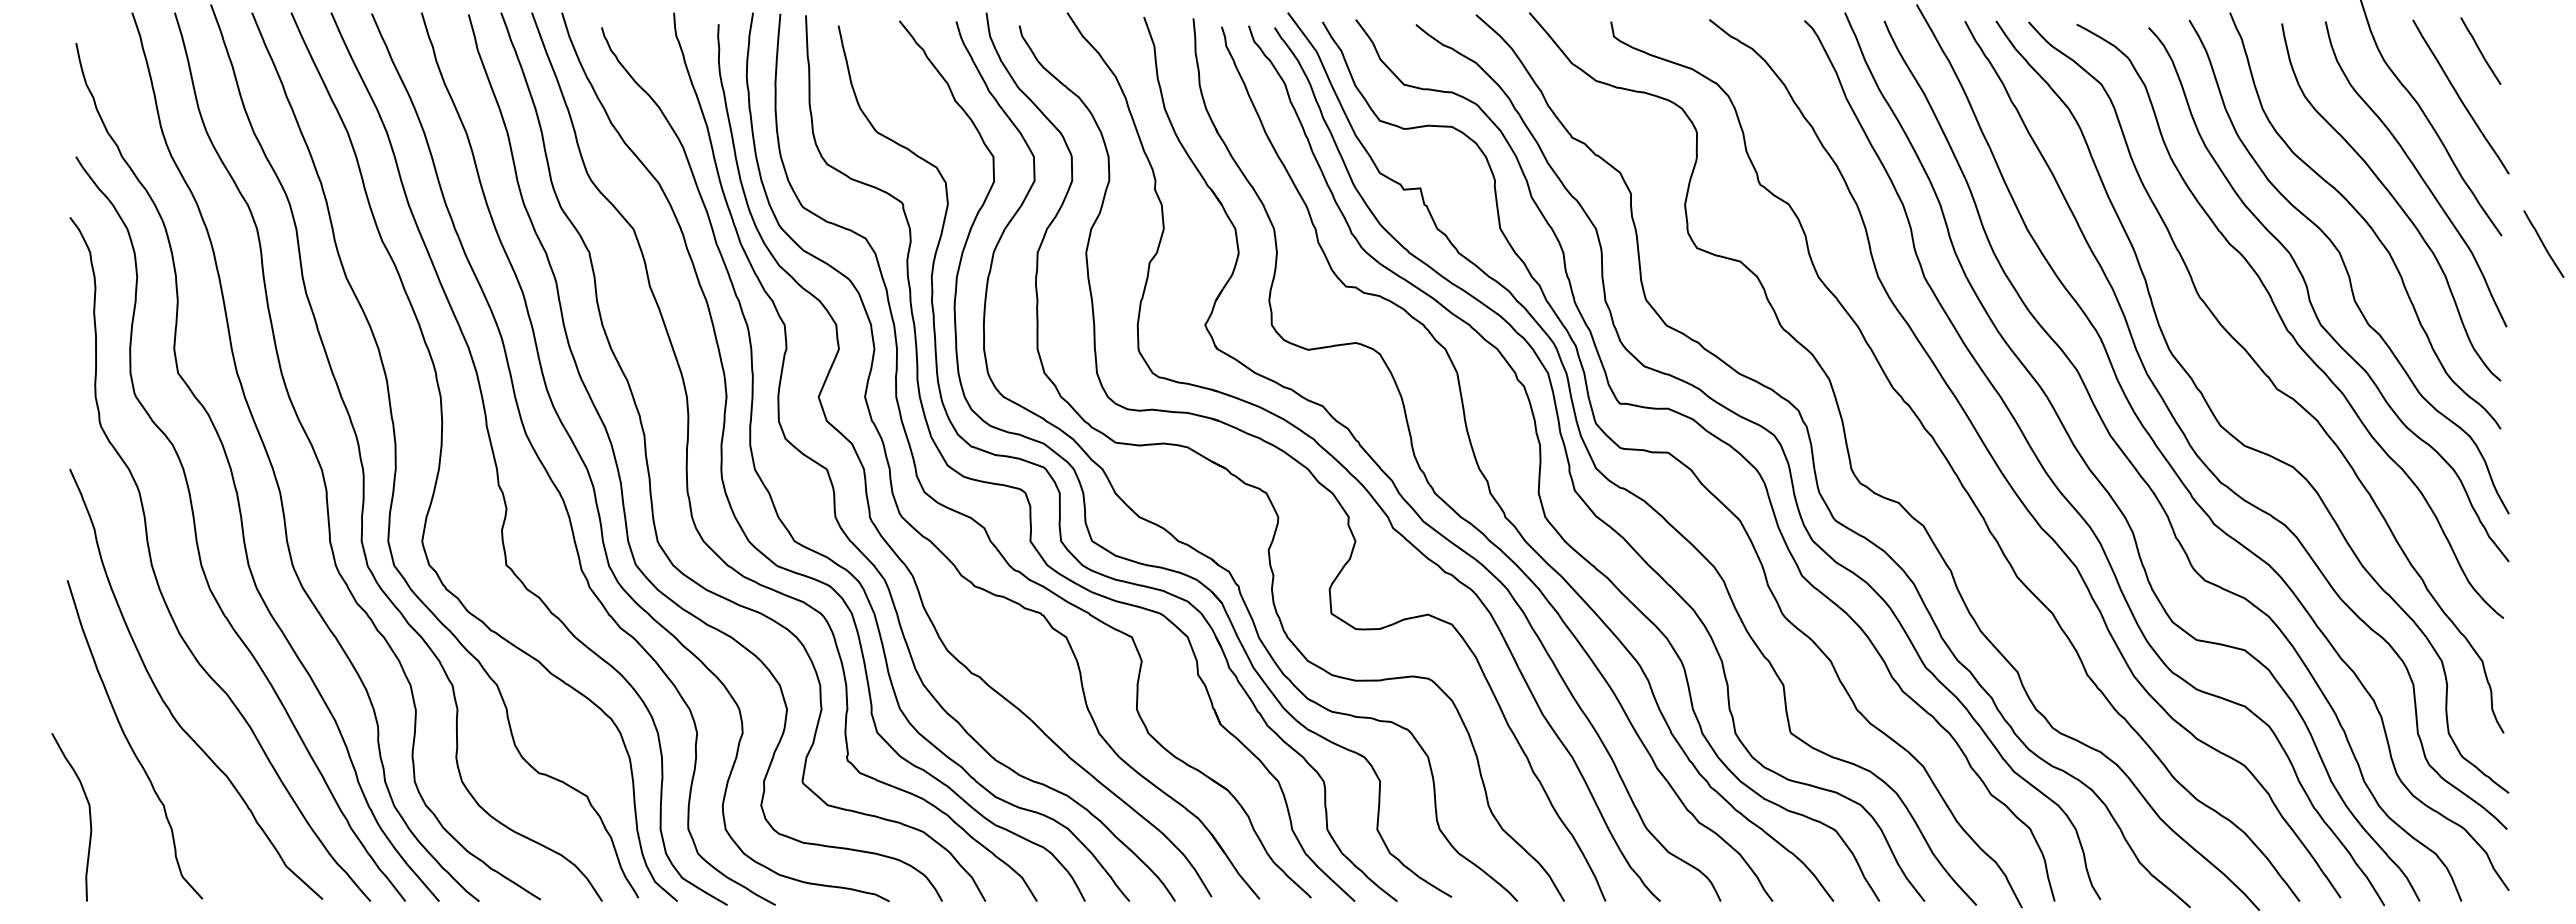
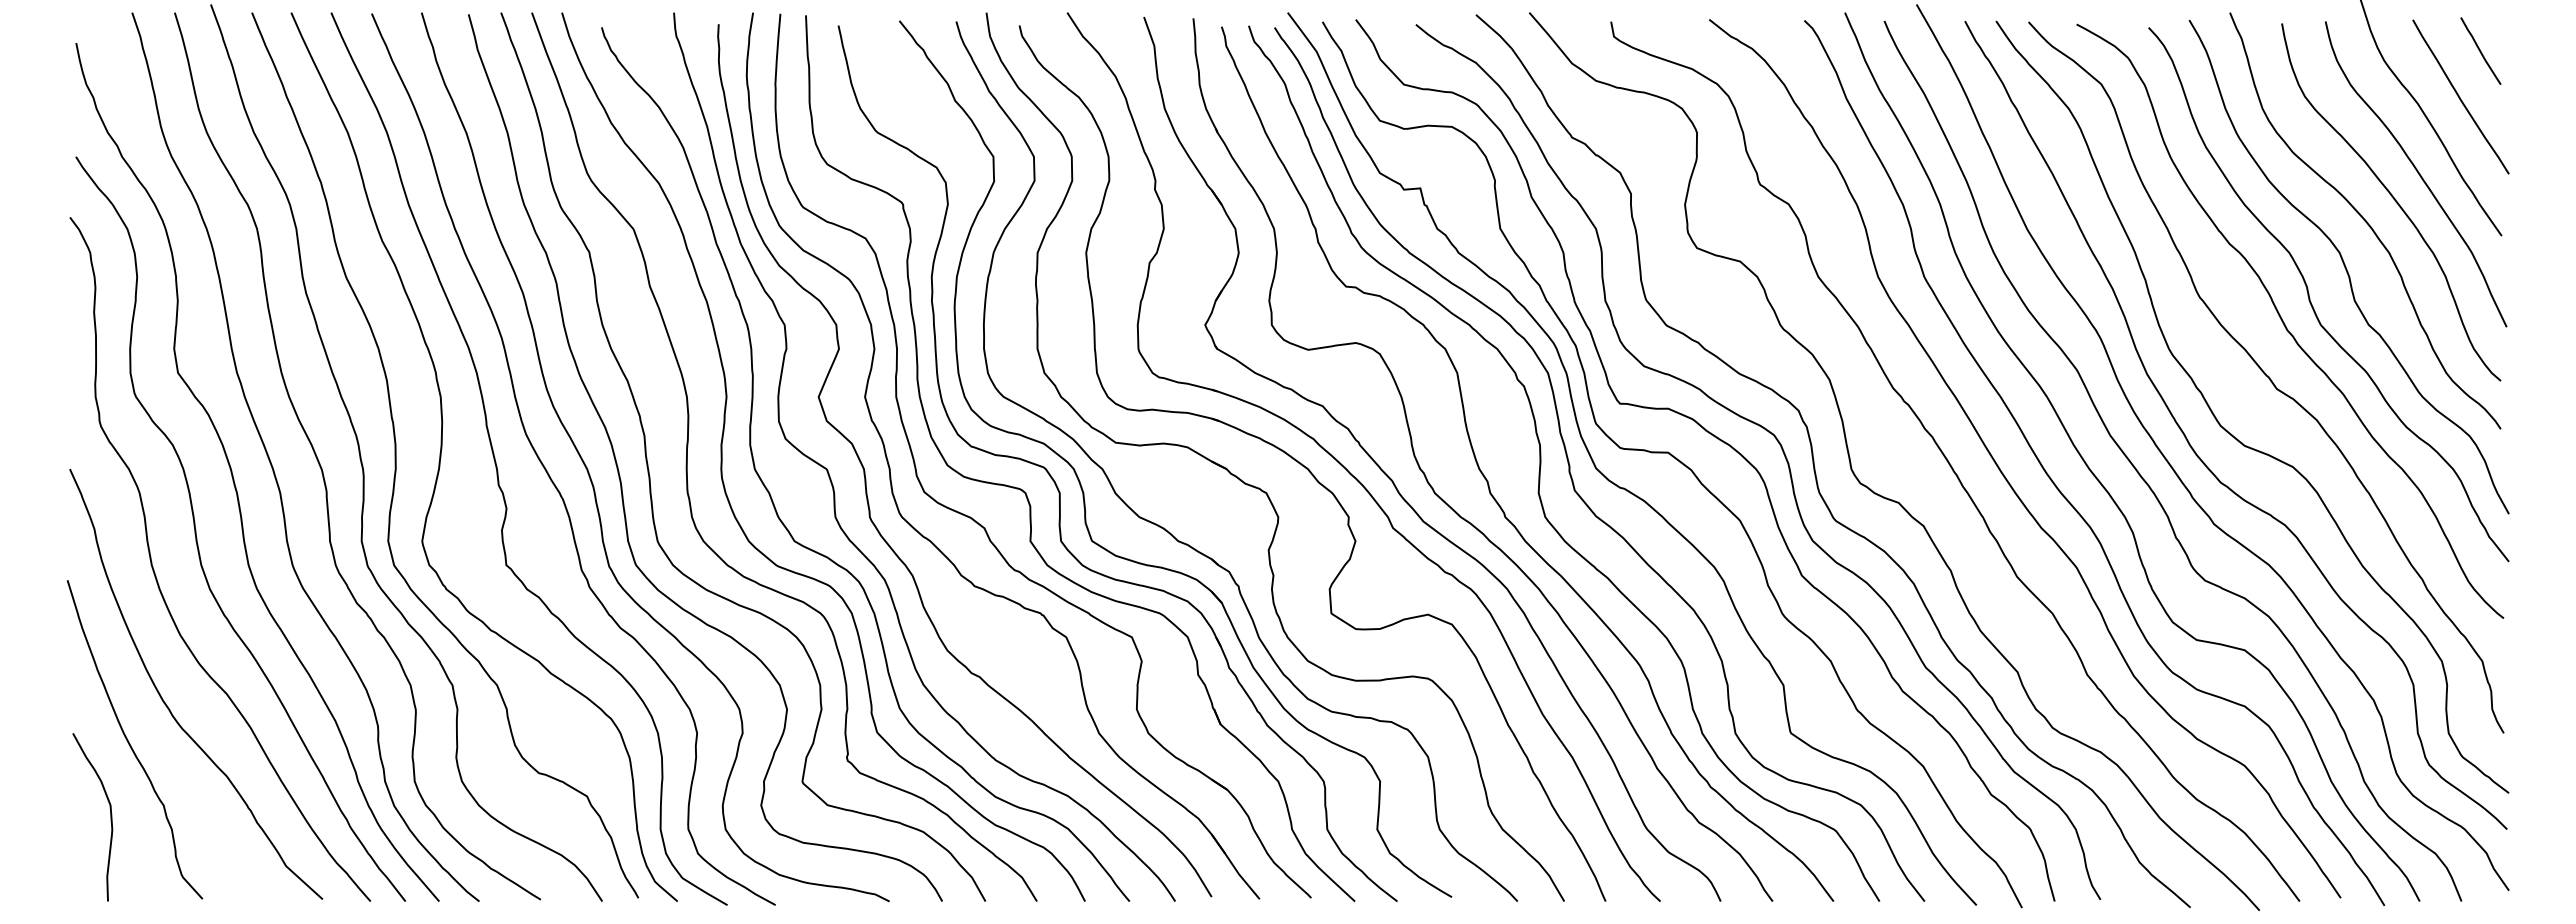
line at (2543, 243): present -> none
curve at (89, 817) position: (89, 817) -> (110, 817)
